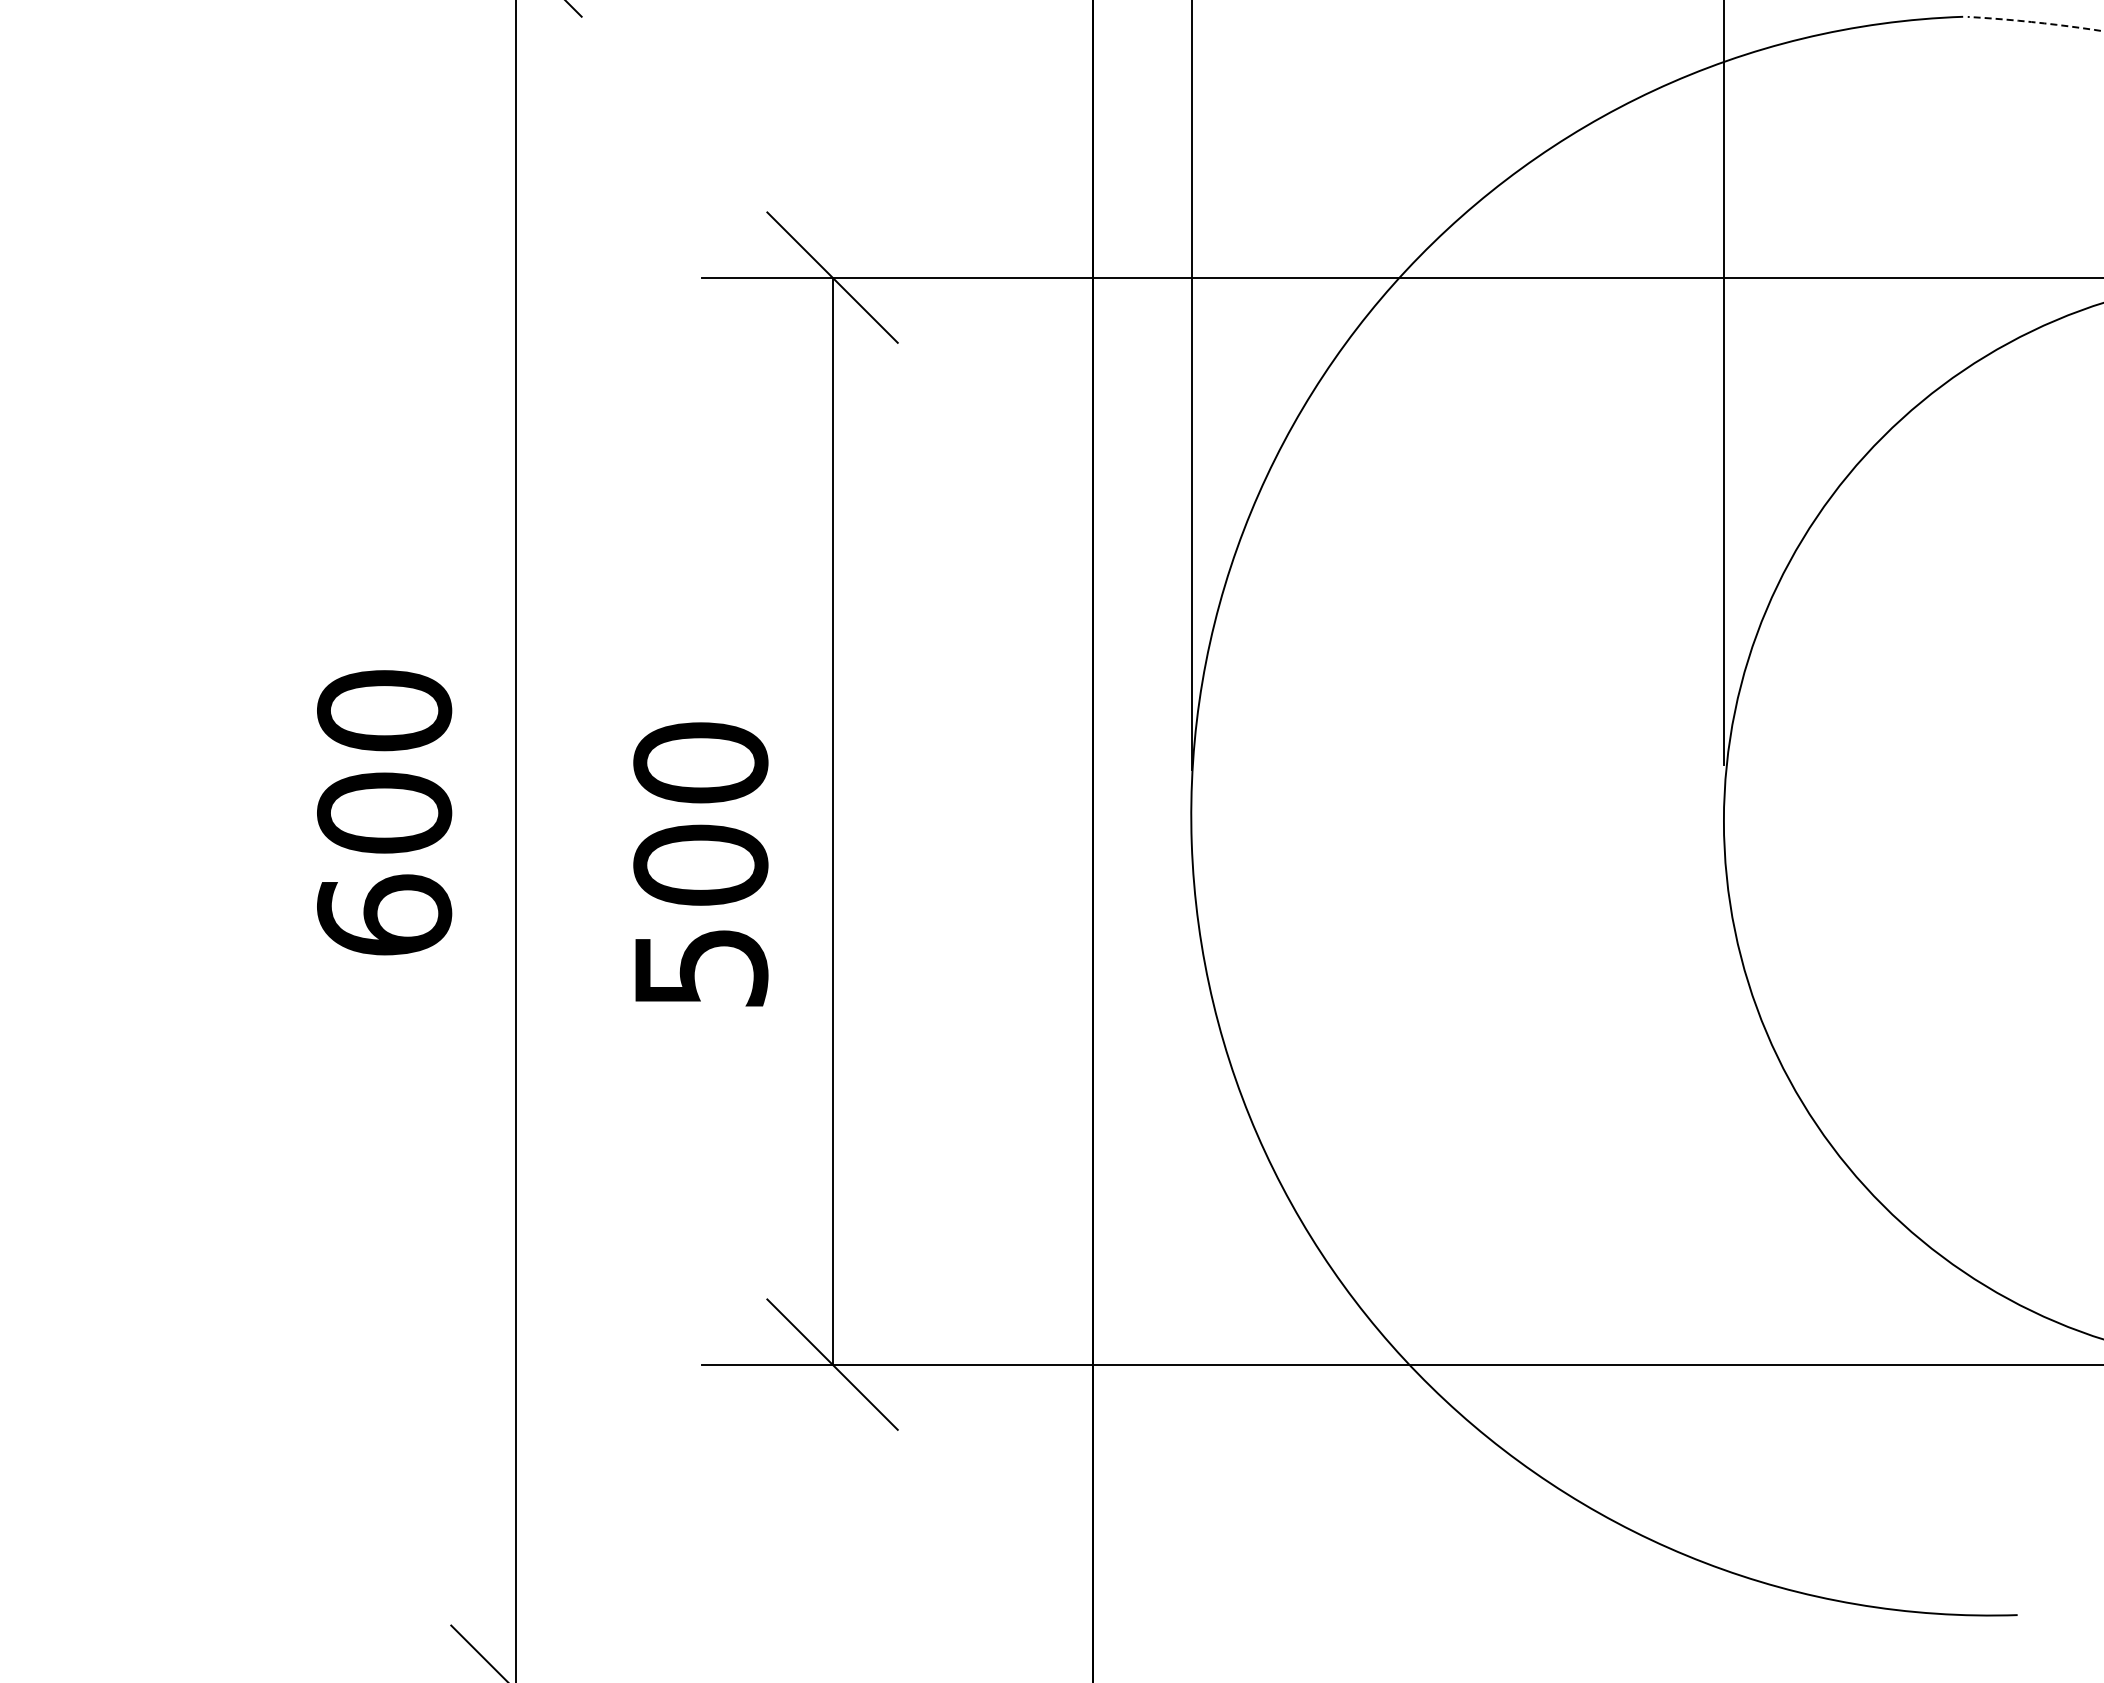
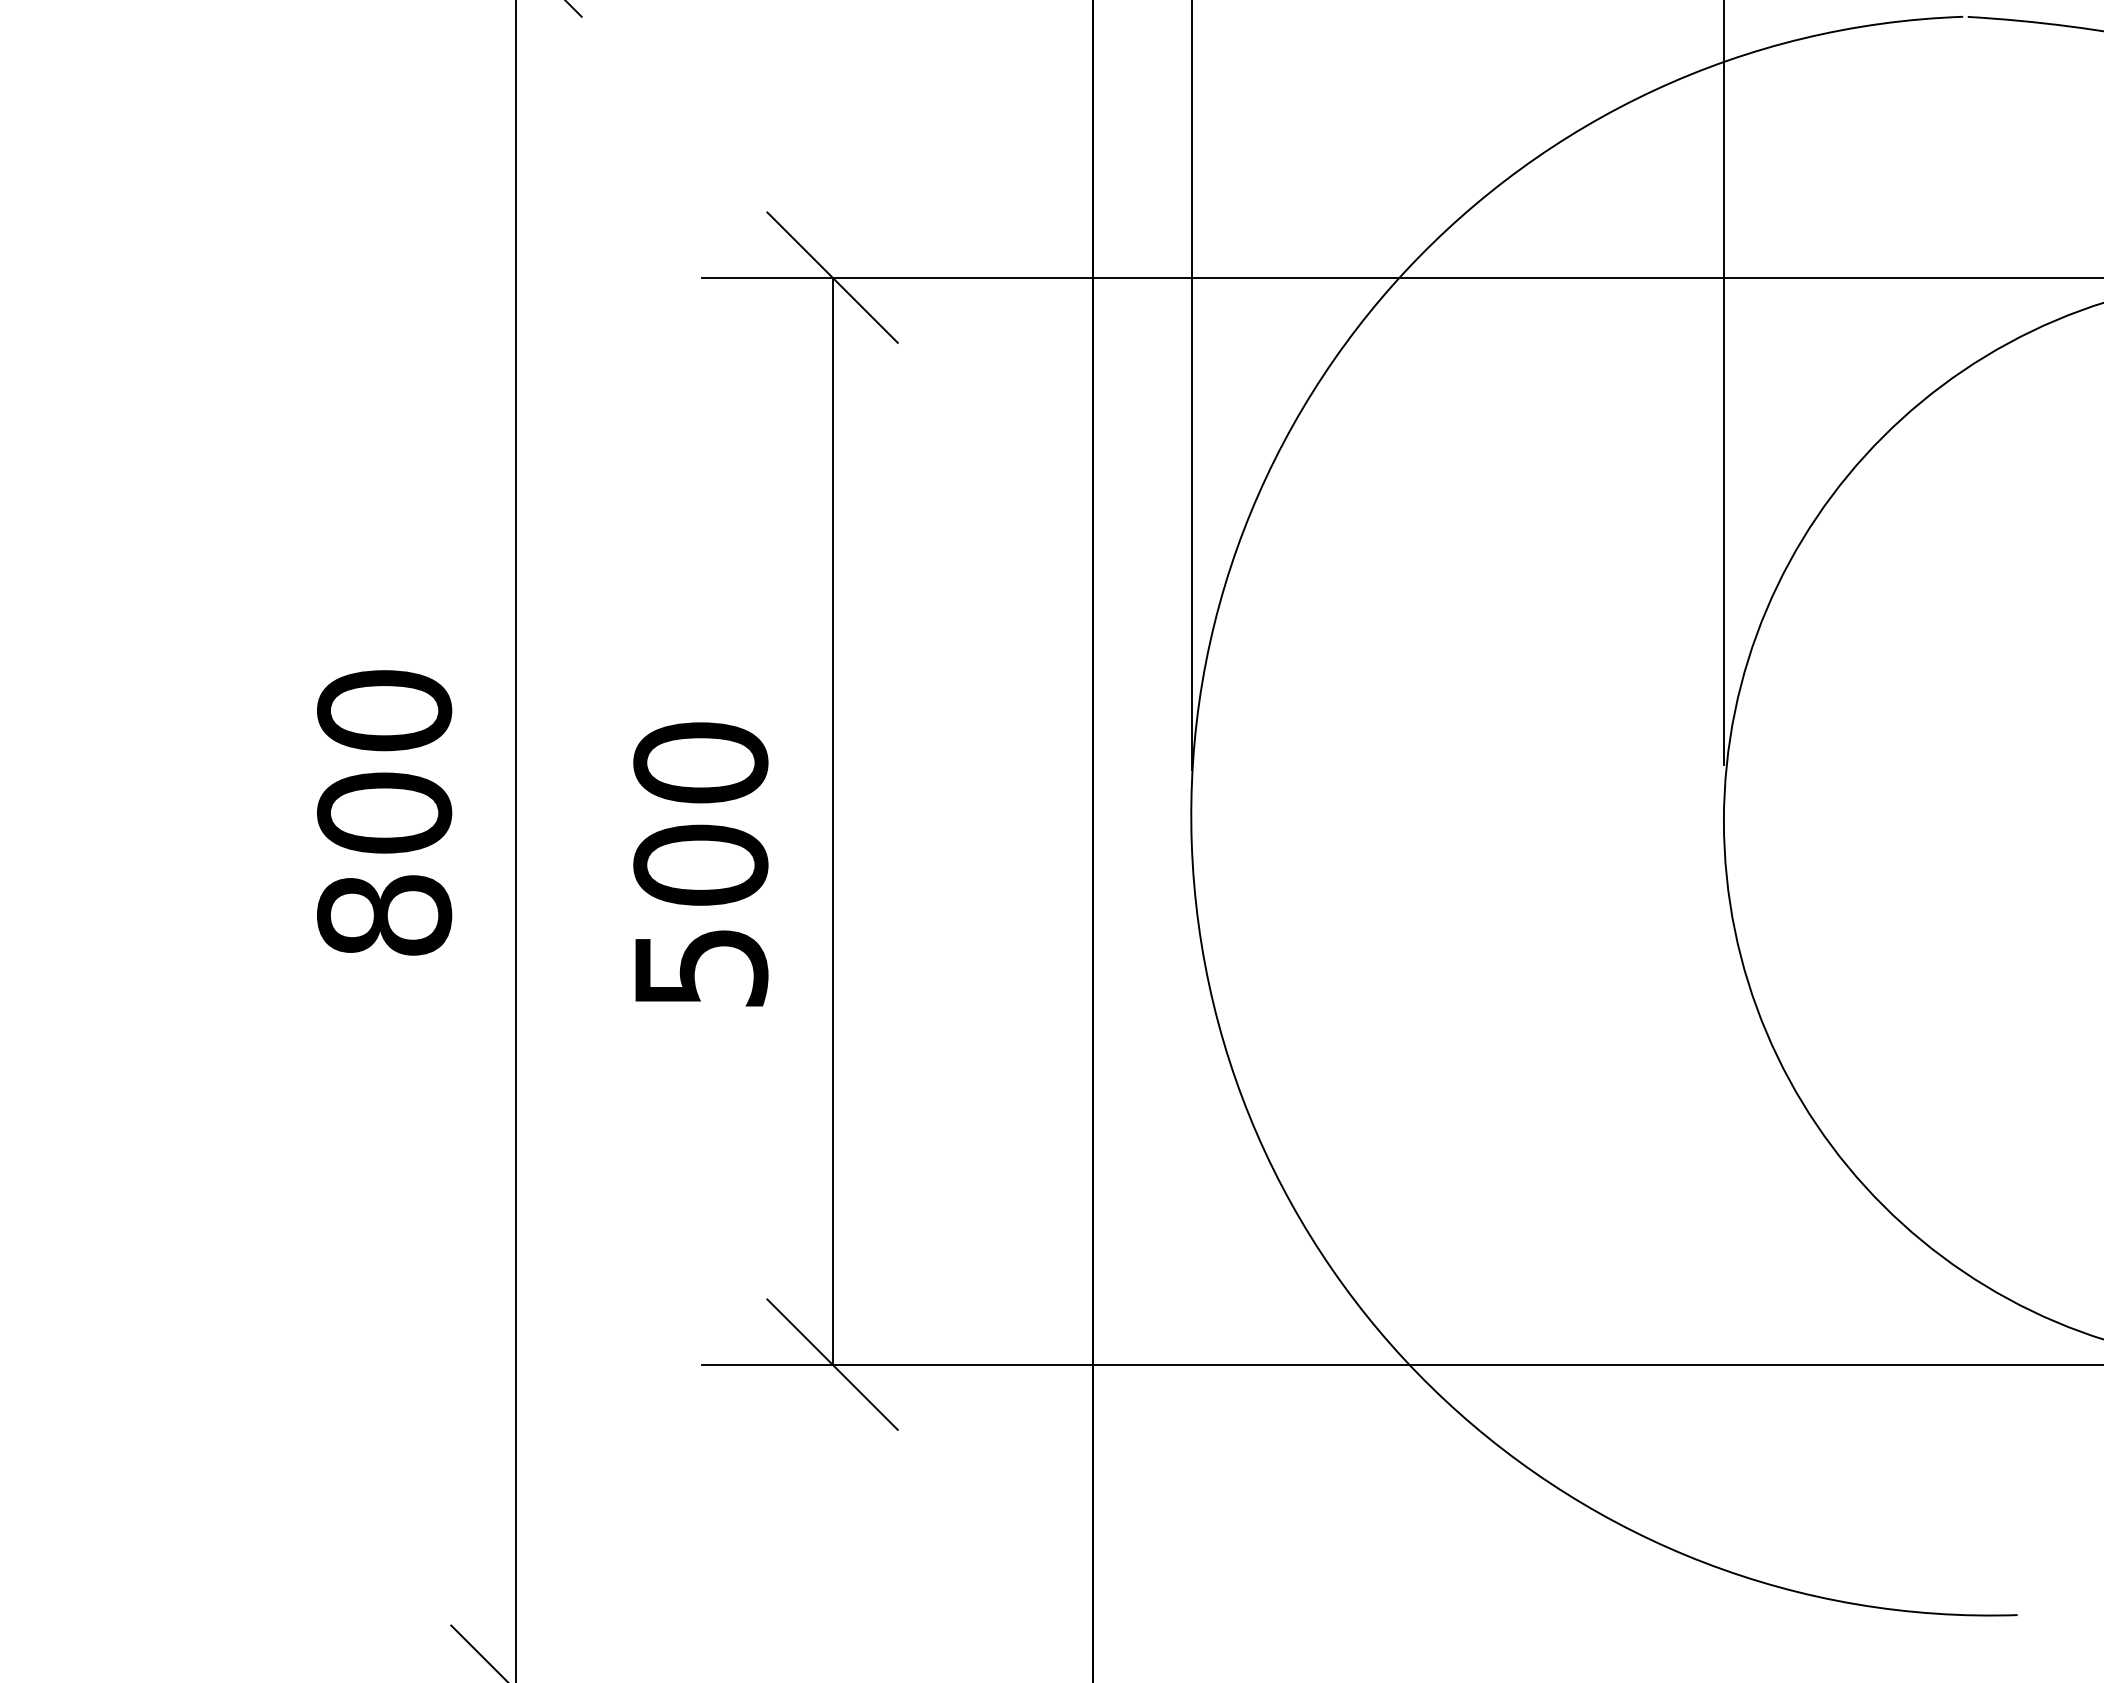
arc at (2035, 22): dashed -> solid
text at (384, 914): 600 -> 800
